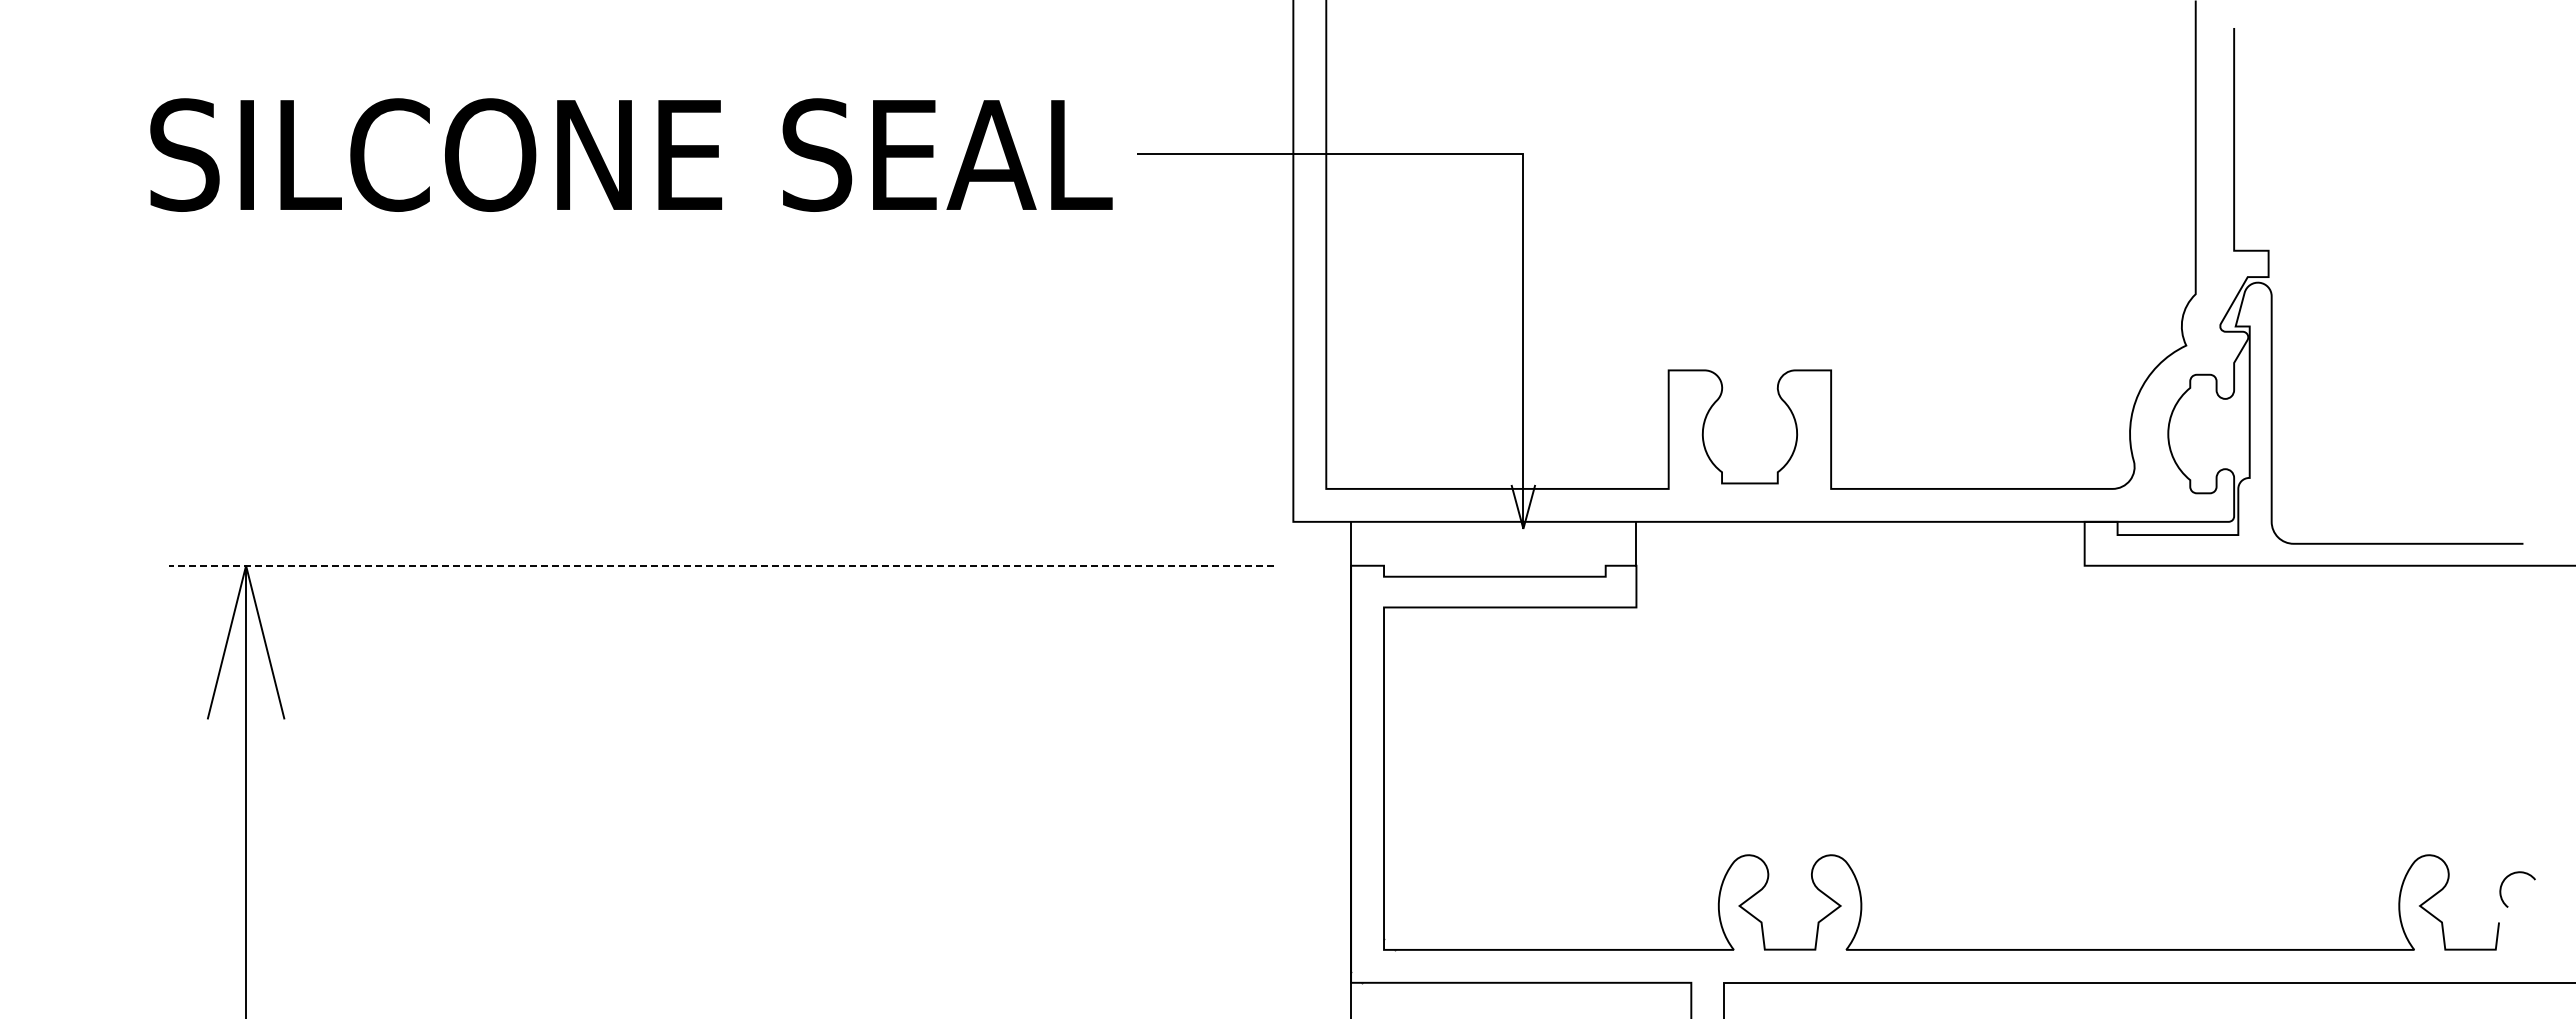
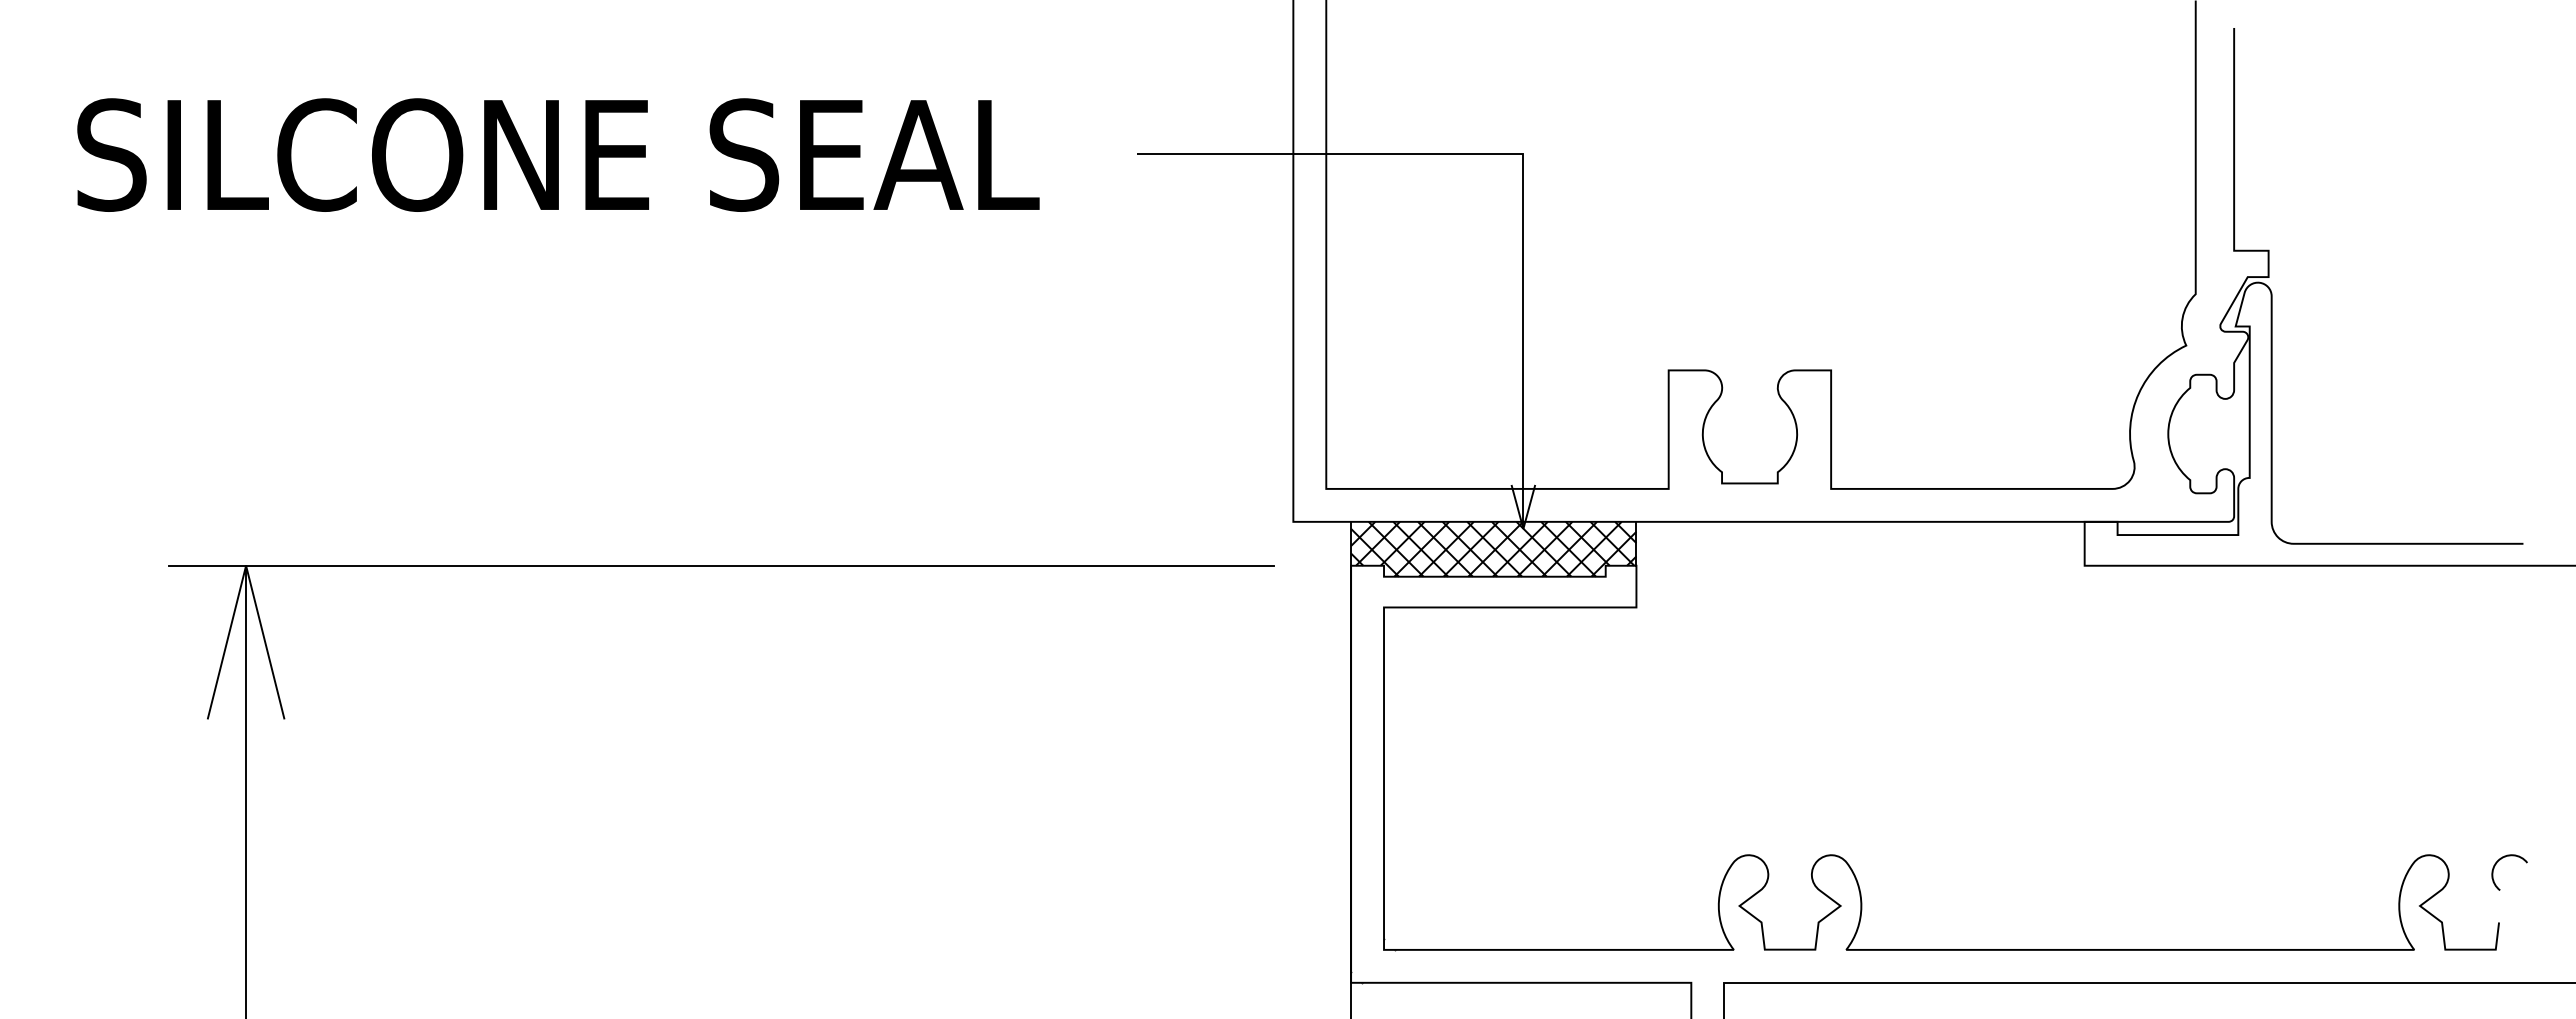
text at (631, 154) position: (631, 154) -> (558, 154)
hatch at (1493, 548): none -> present
line at (721, 565): dashed -> solid
curve at (2508, 877) position: (2508, 877) -> (2500, 860)
